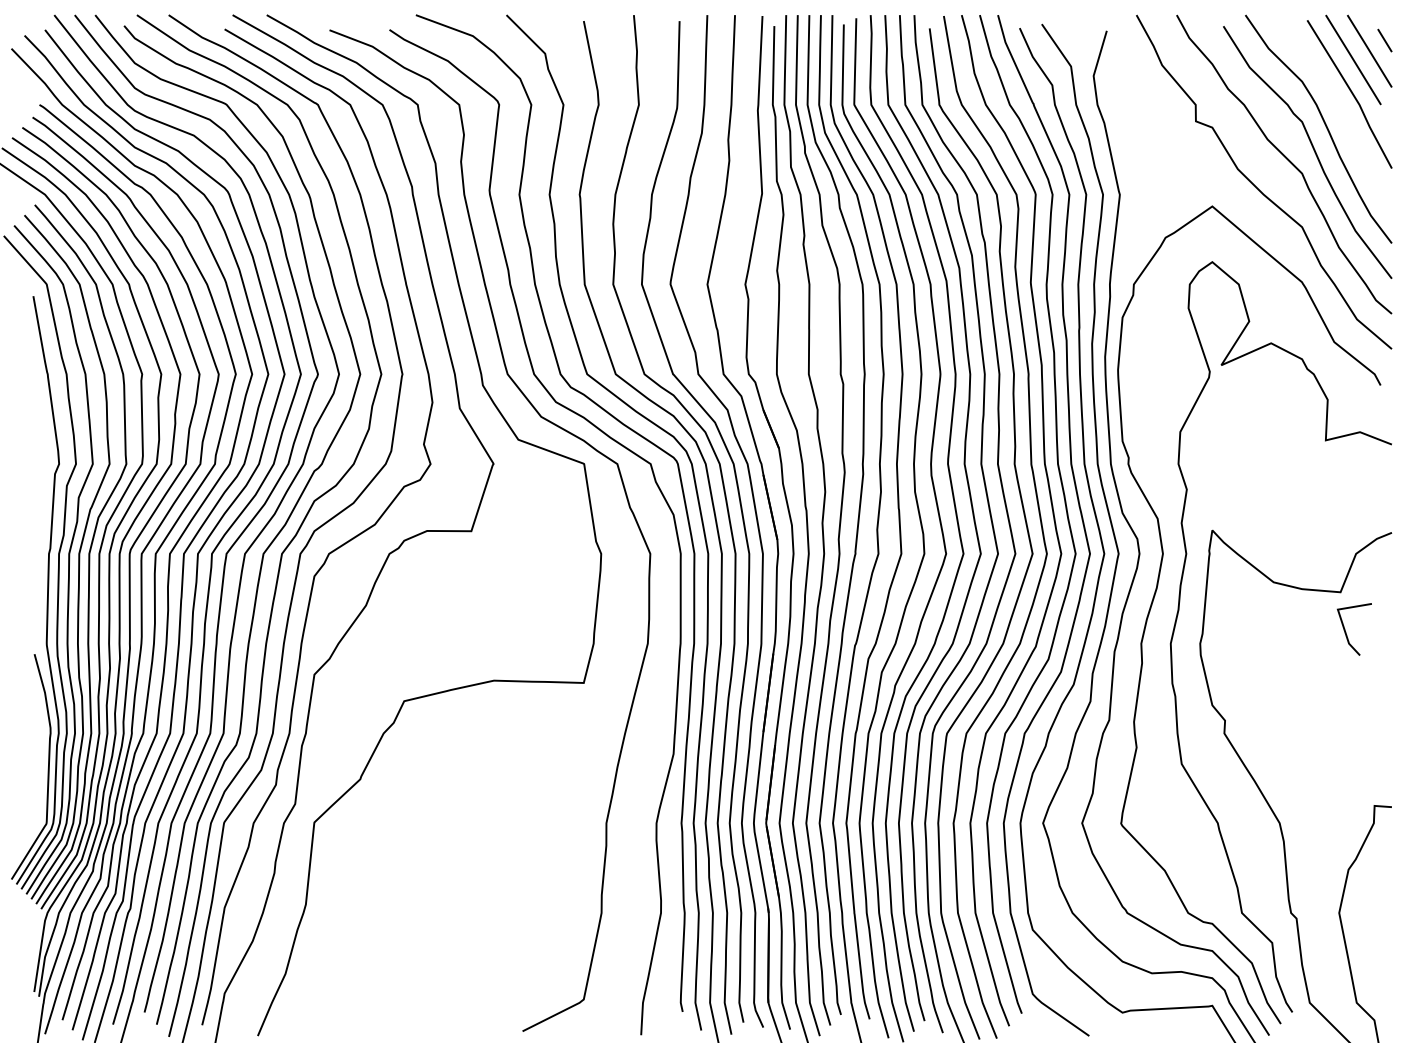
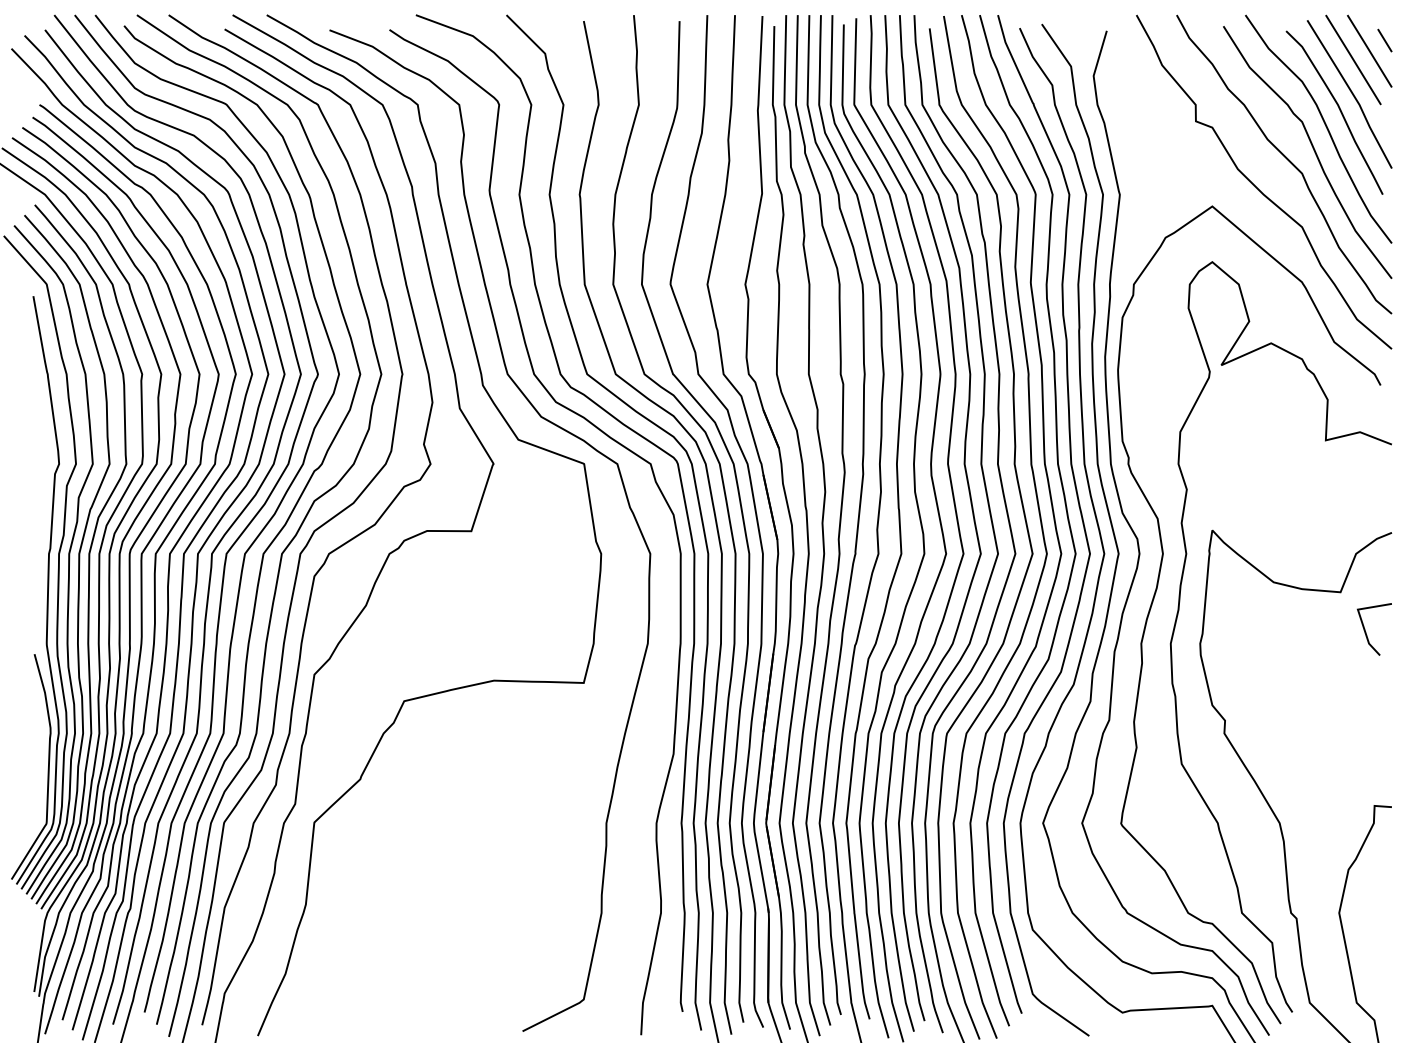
curve at (1339, 110): none -> present
line at (1346, 632) position: (1346, 632) -> (1366, 632)
